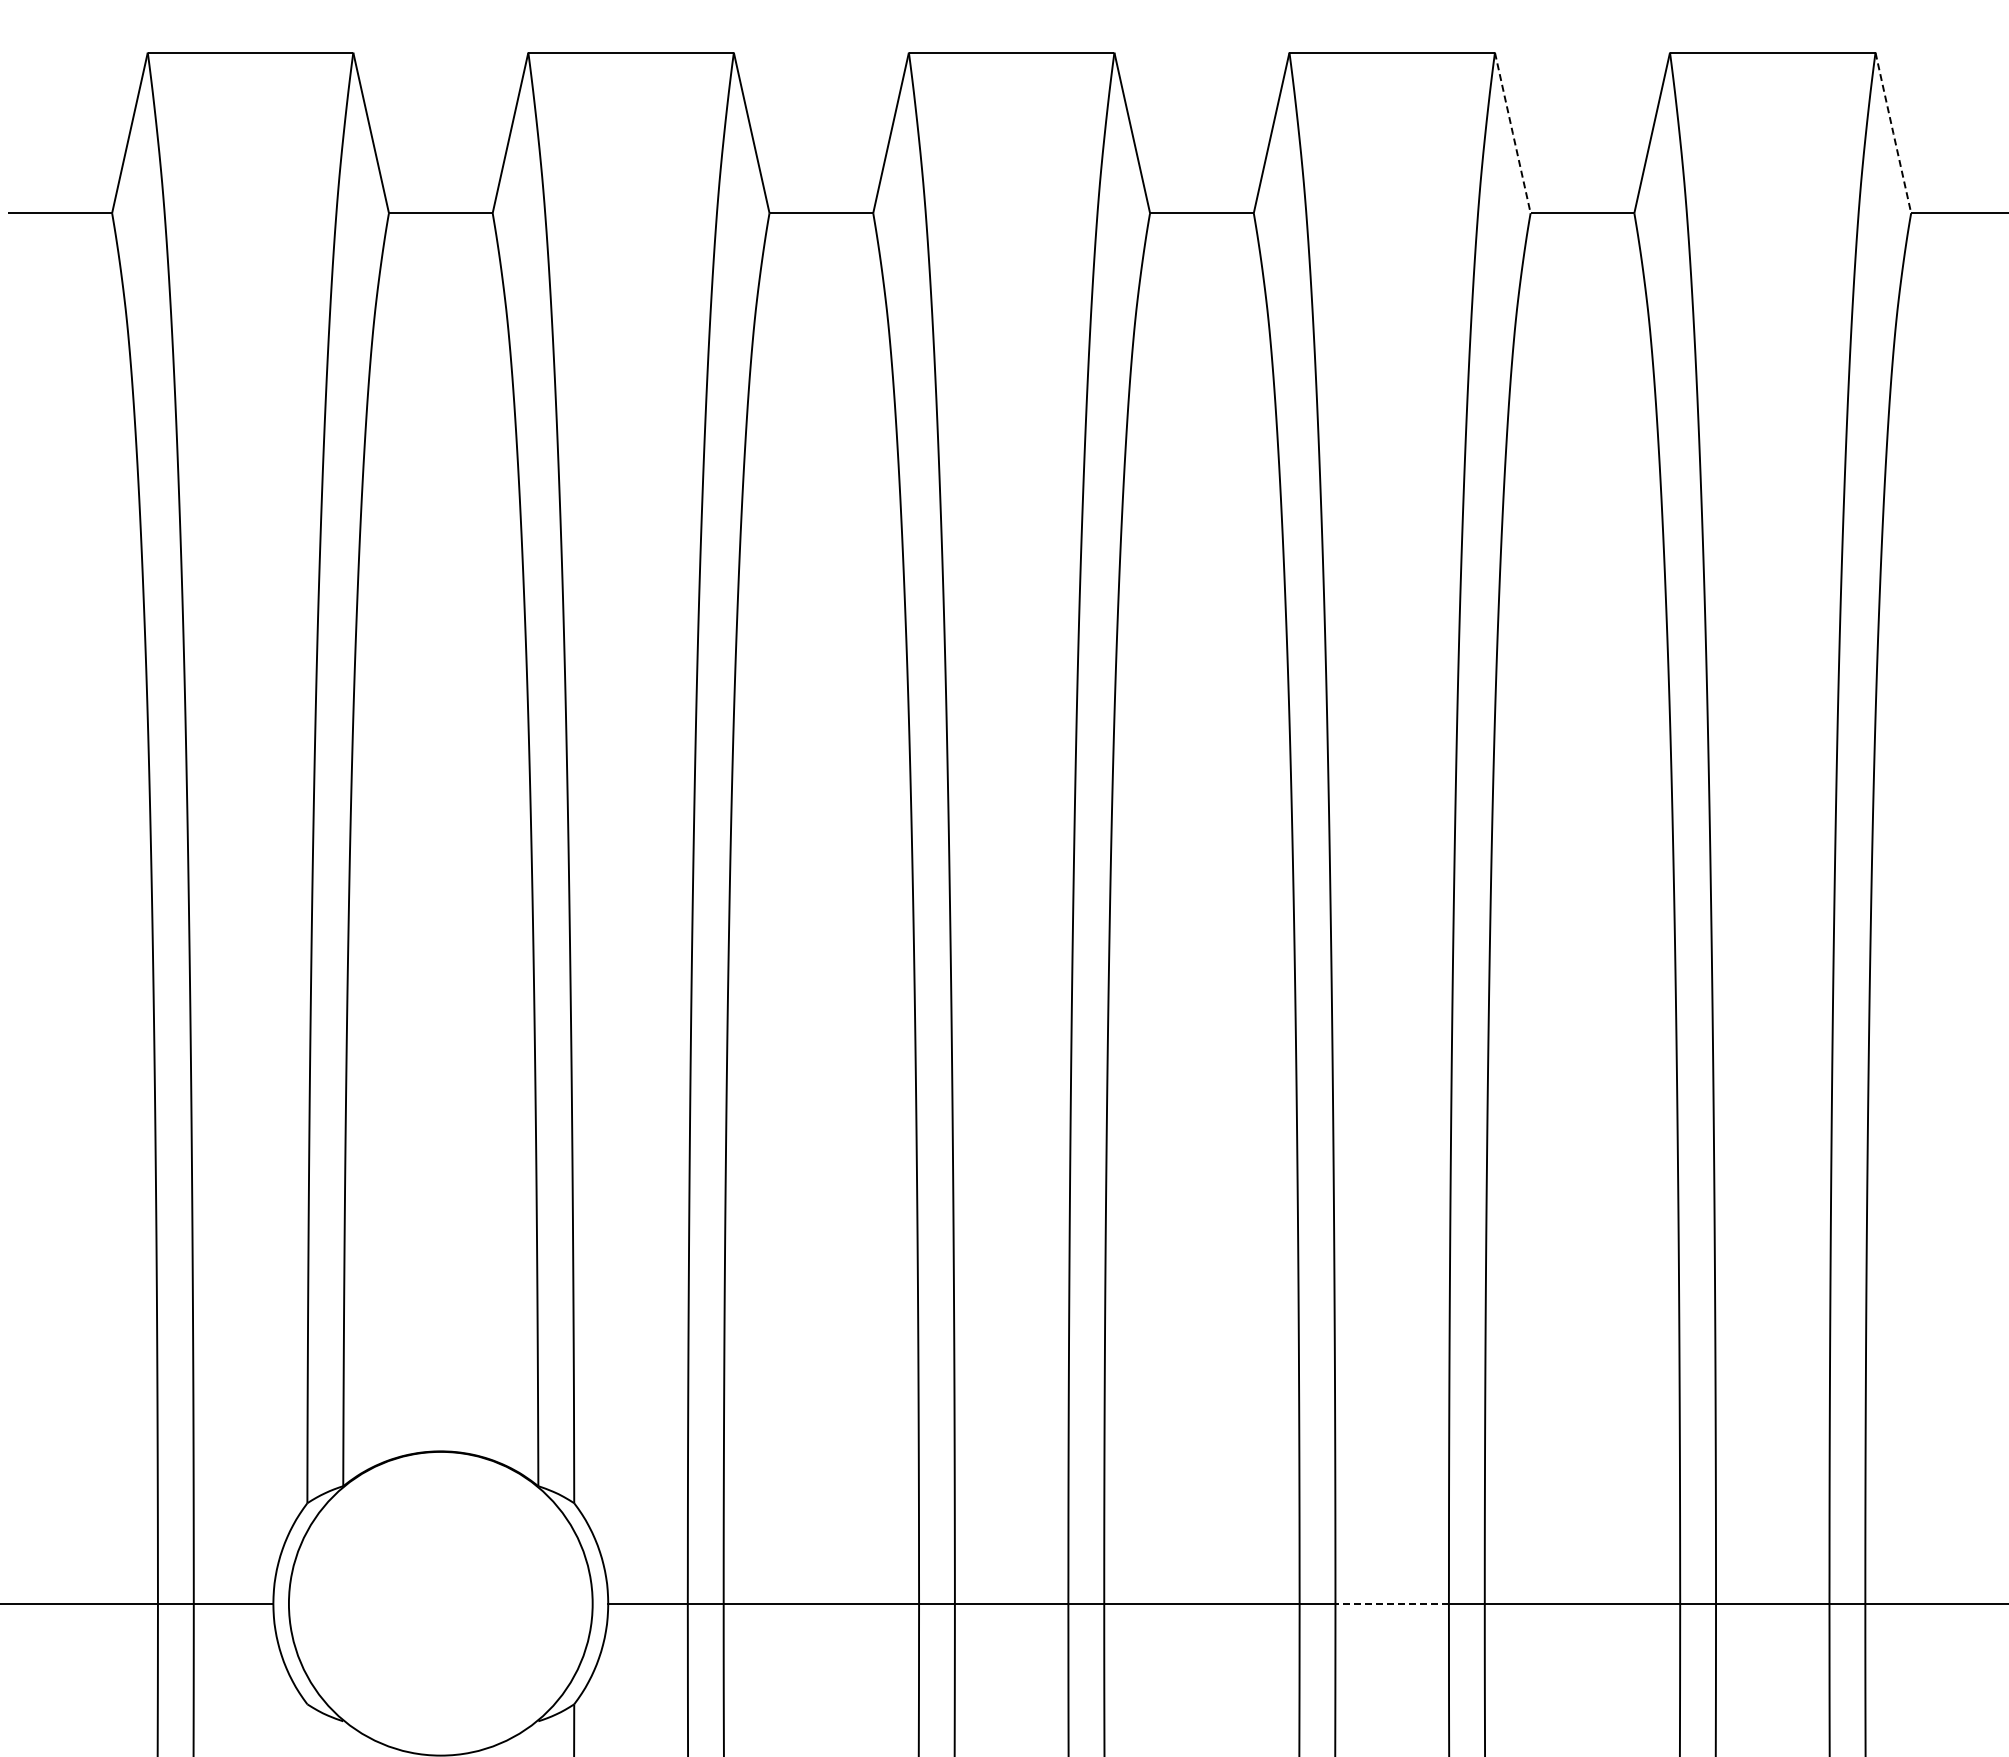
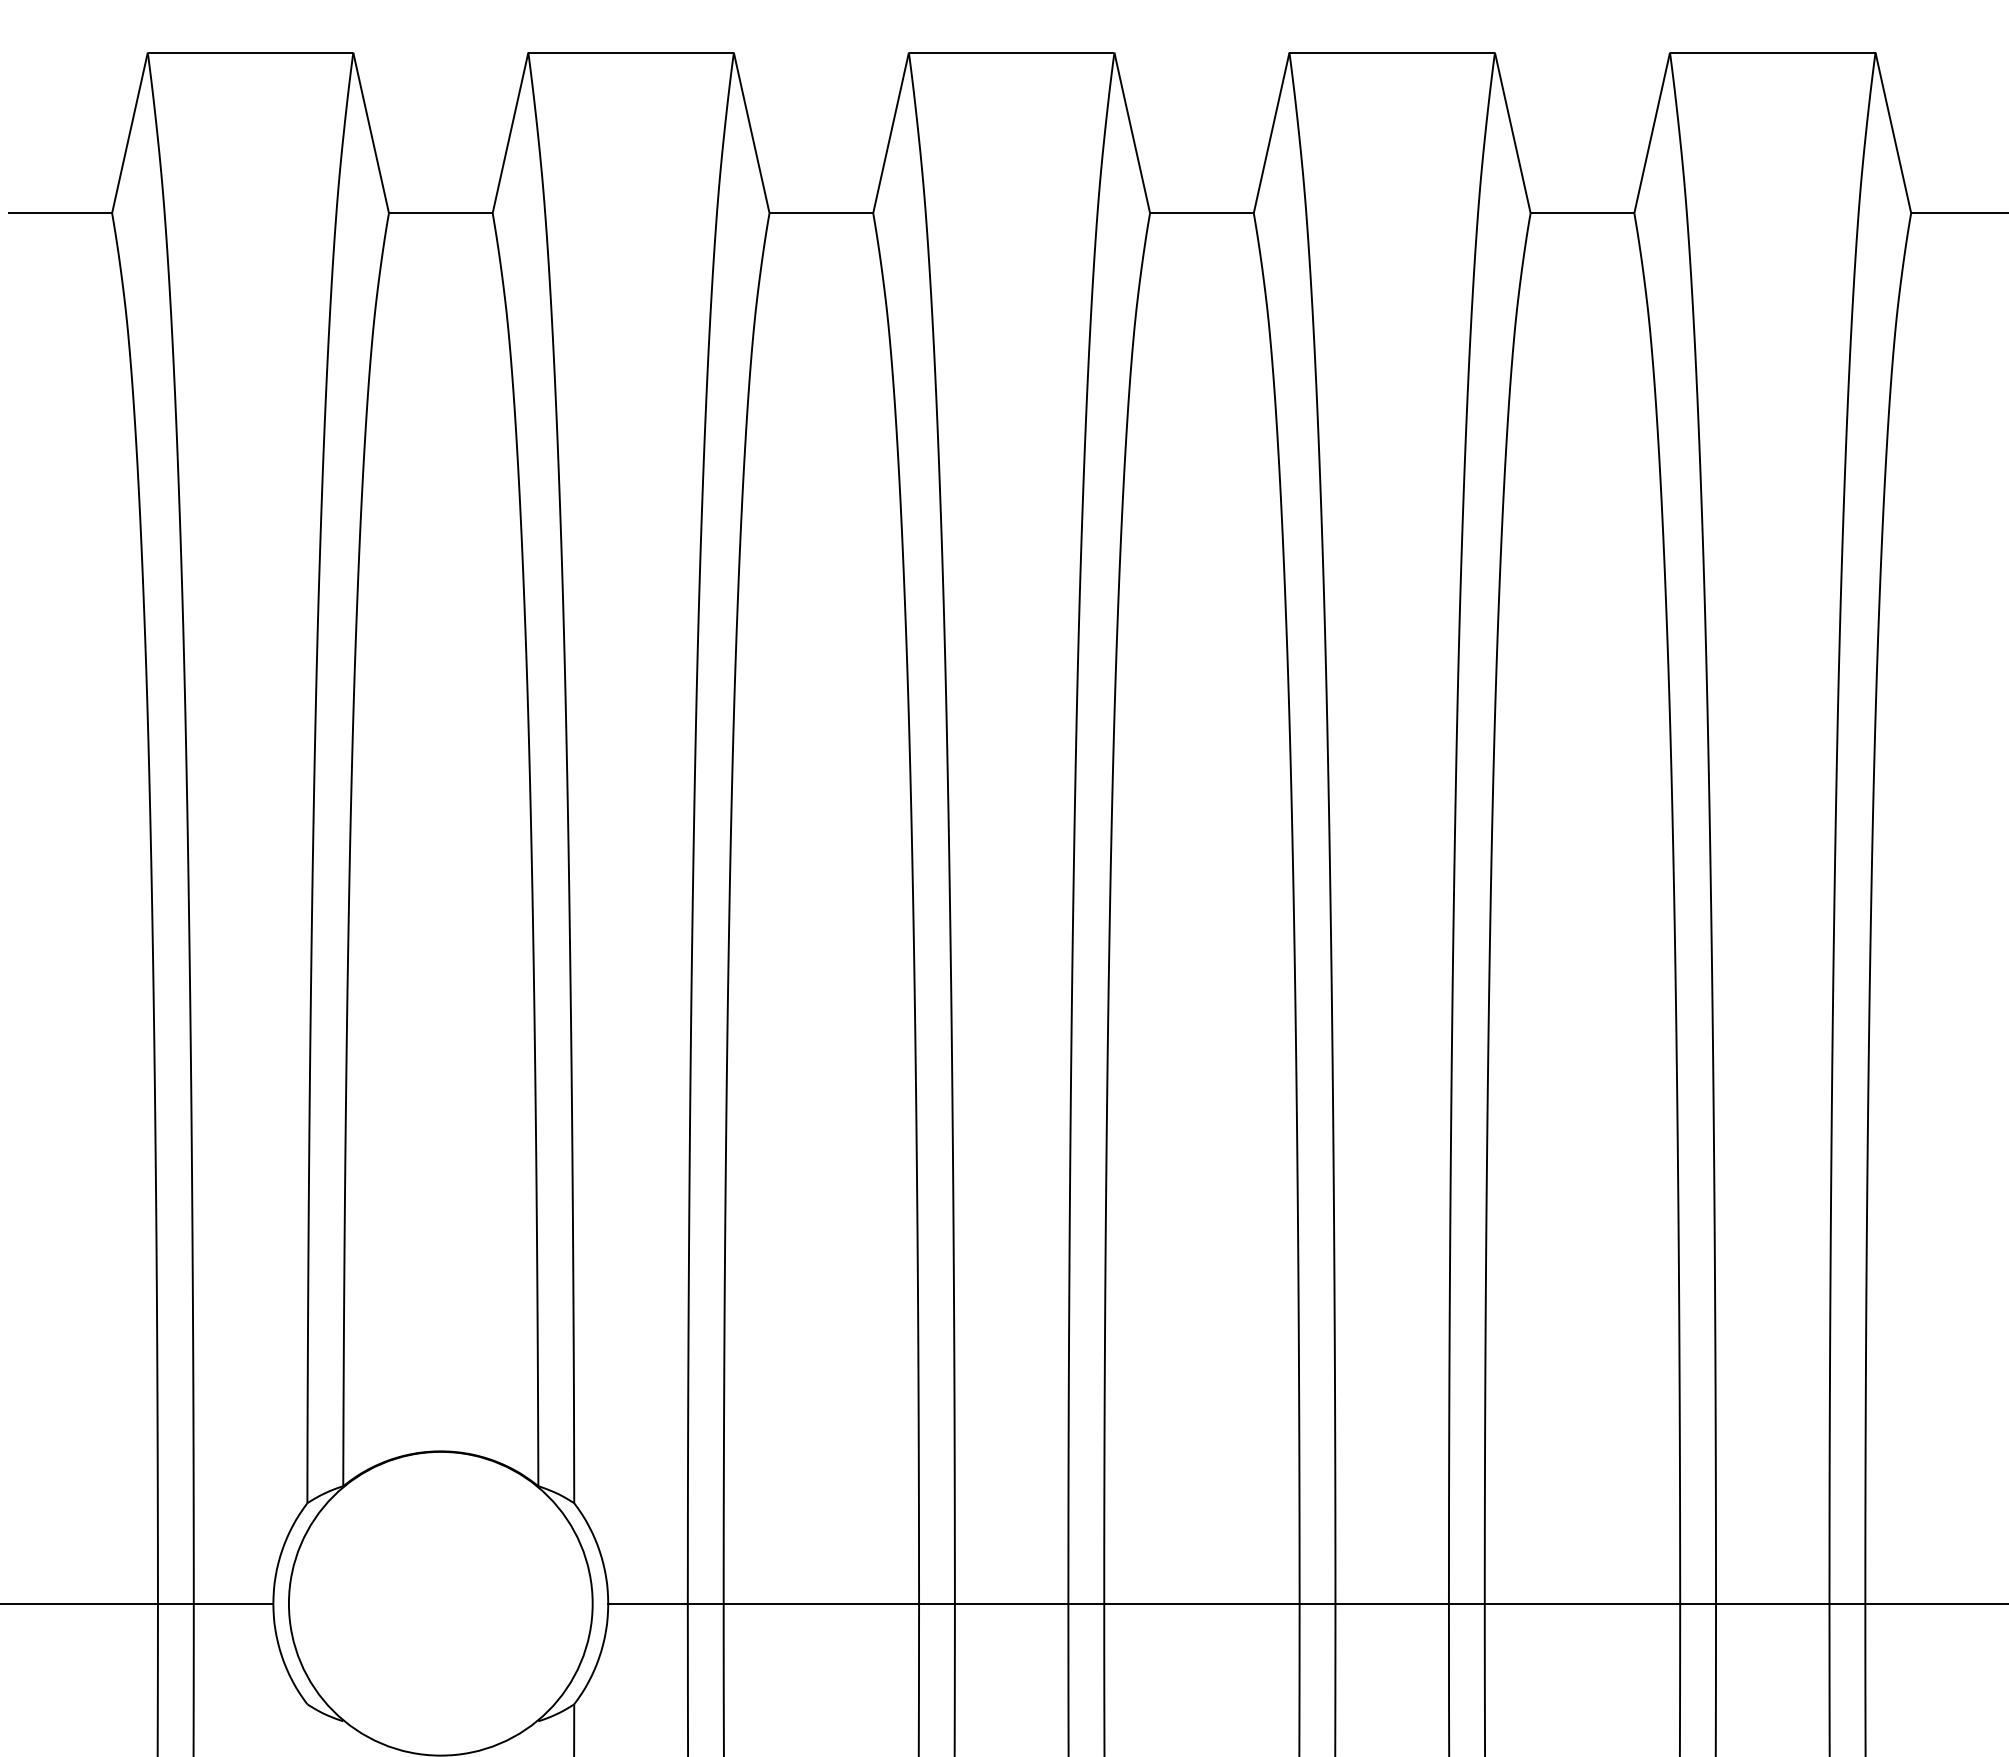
line at (1512, 132): dashed -> solid
line at (1893, 132): dashed -> solid
line at (1392, 1603): dashed -> solid
